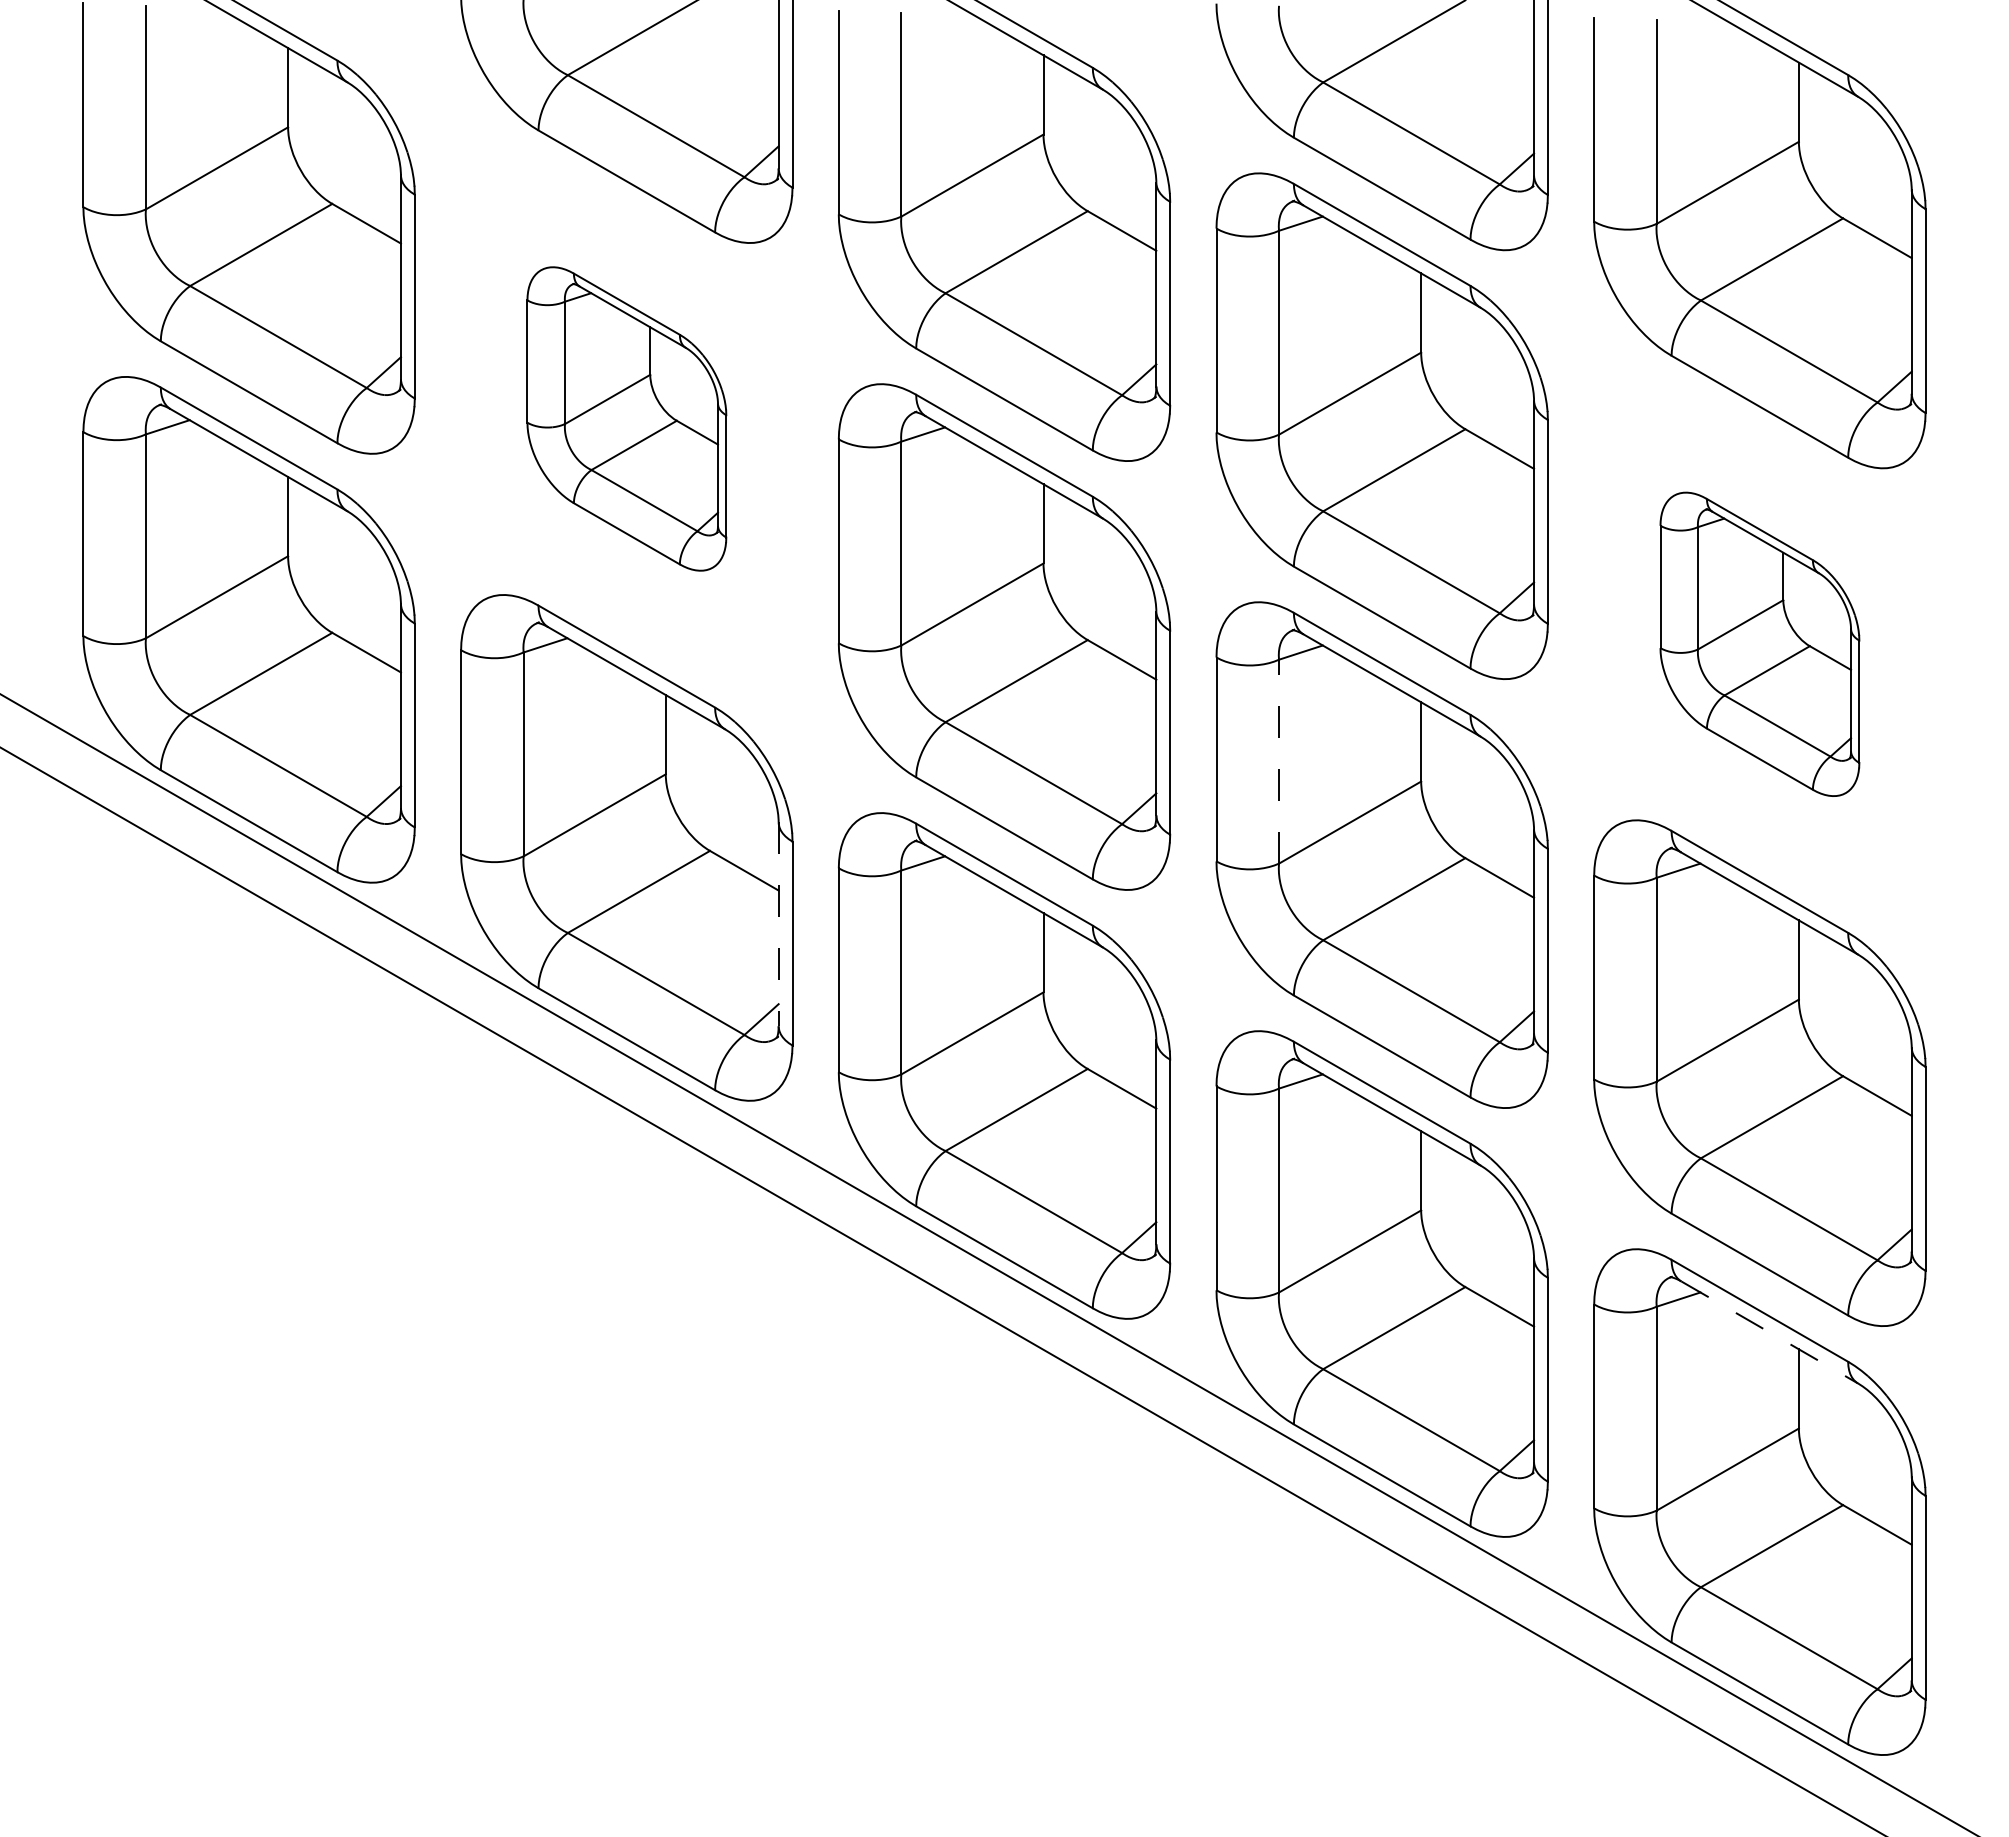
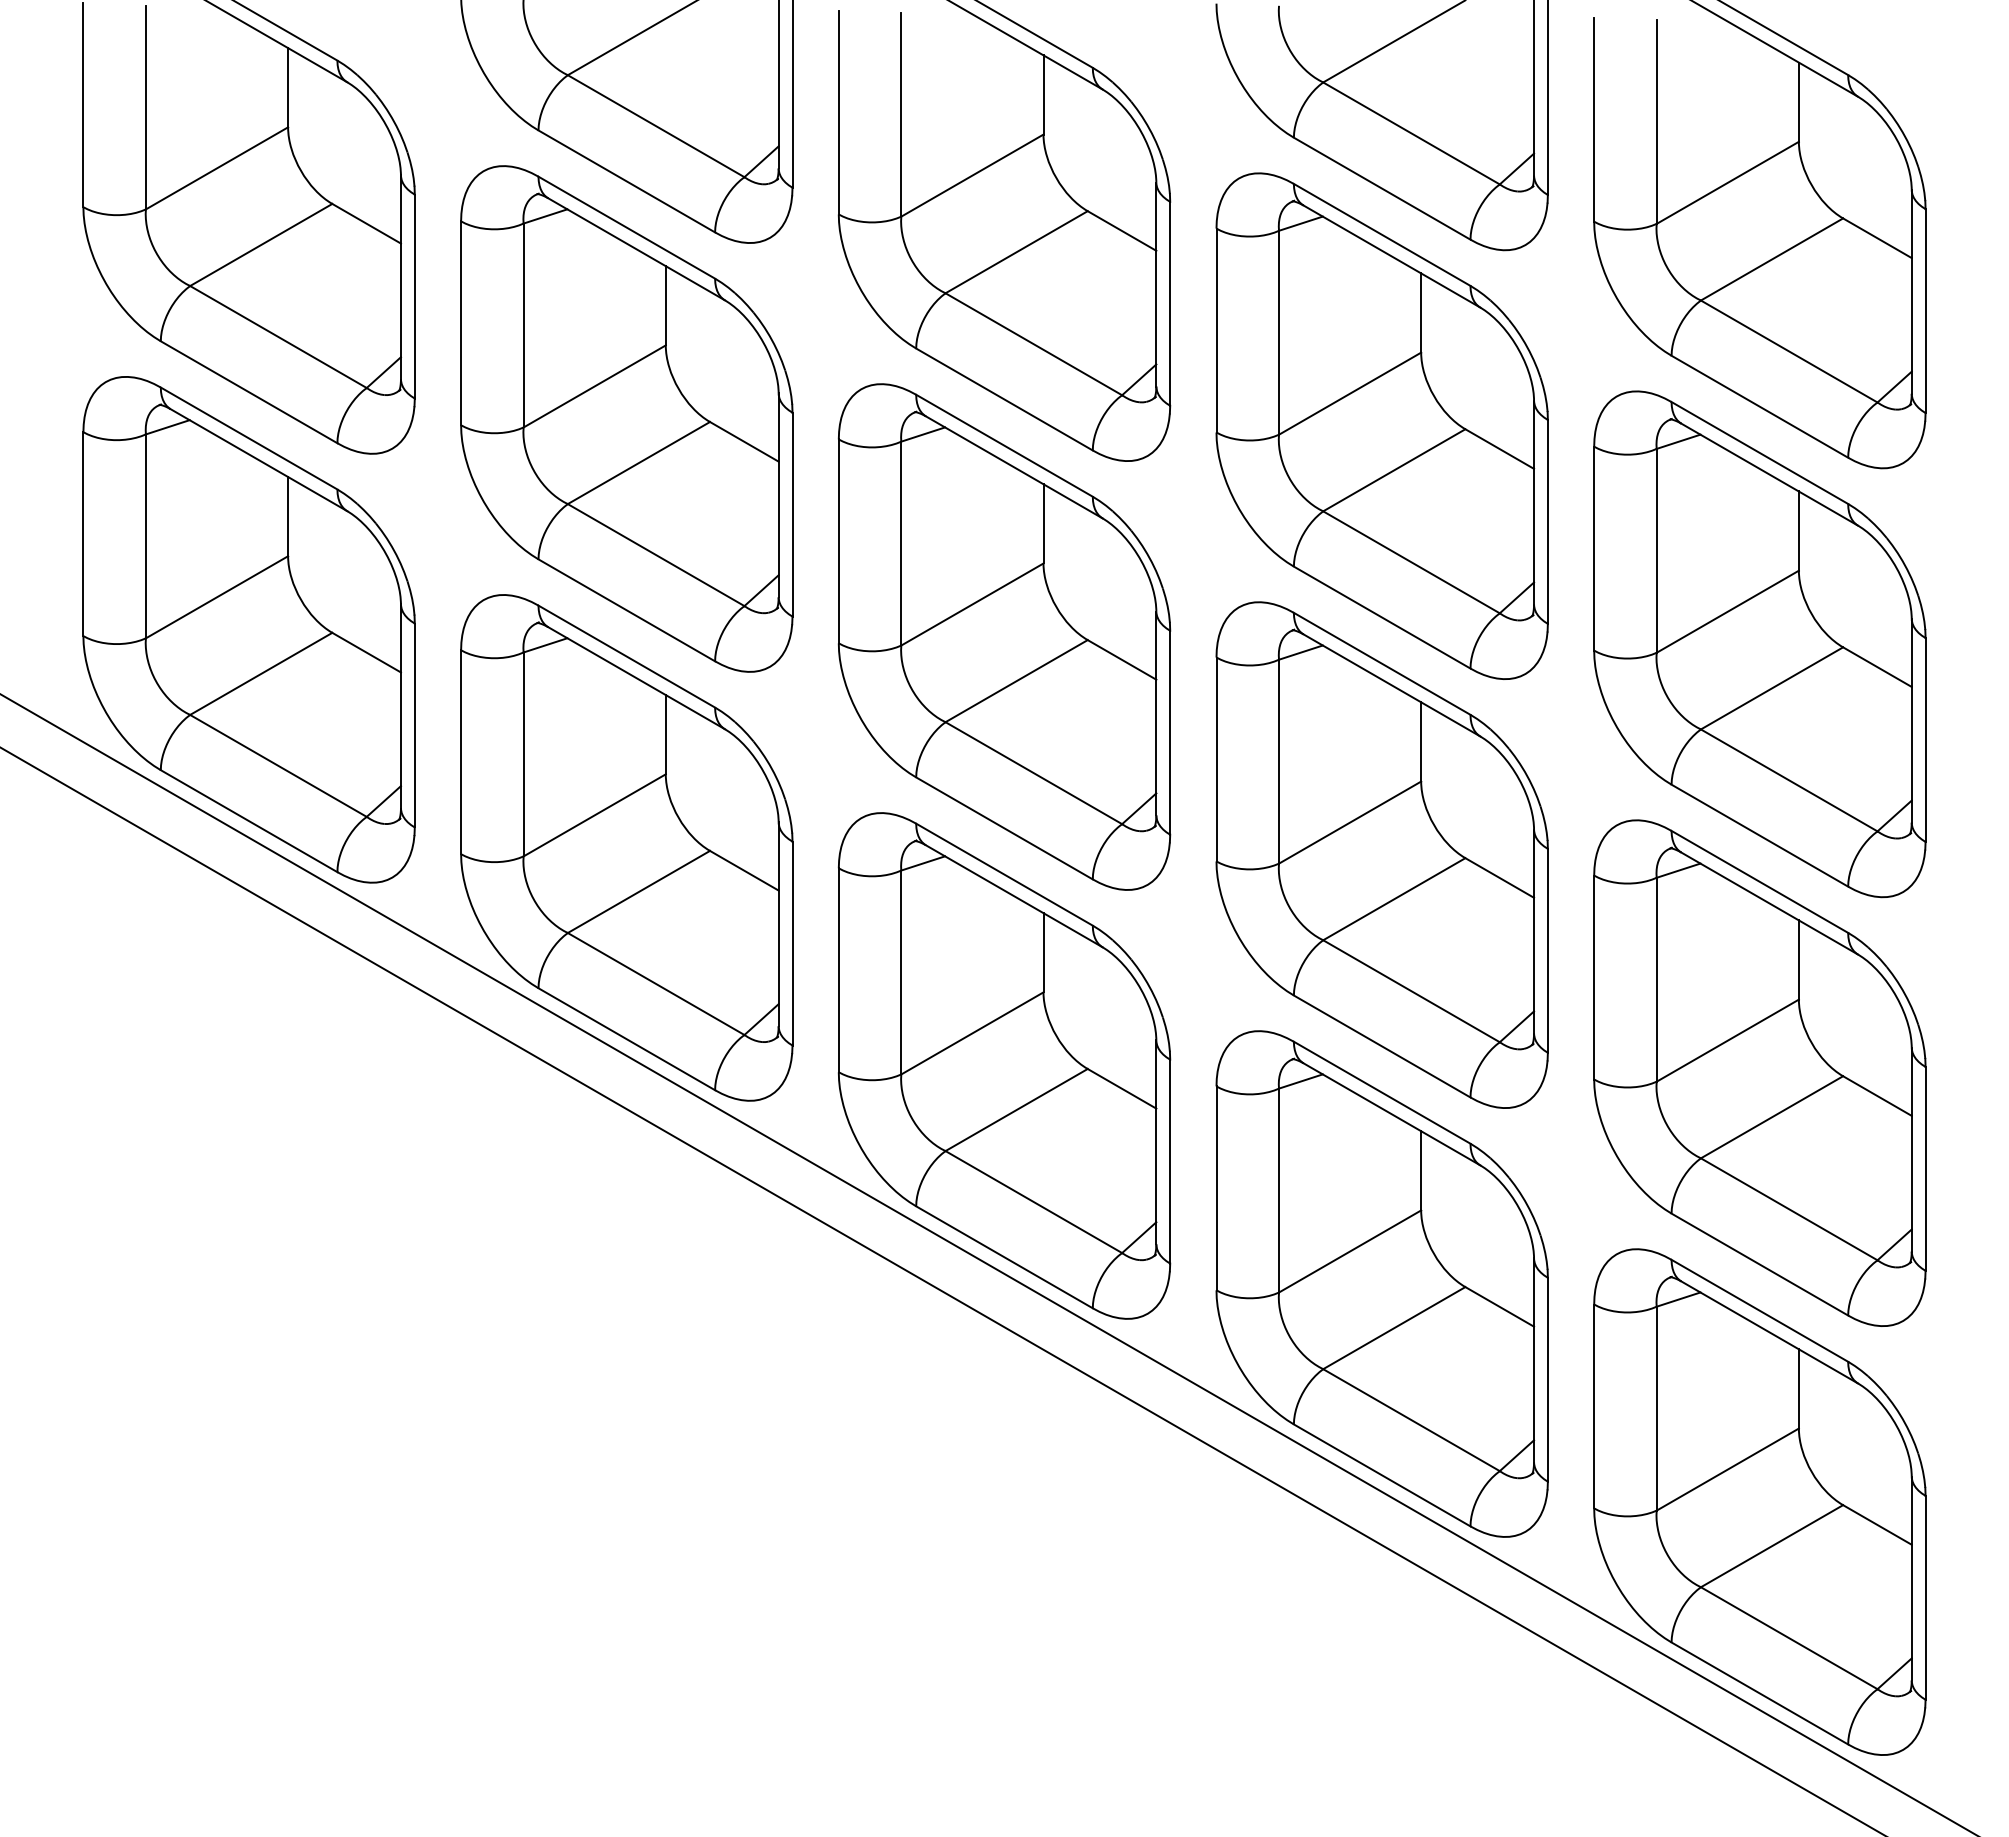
part at (626, 418) size: 202x306 px -> 334x508 px
part at (1759, 643) size: 202x306 px -> 334x509 px
line at (1279, 761): dashed -> solid
line at (778, 924): dashed -> solid
line at (1769, 1332): dashed -> solid
